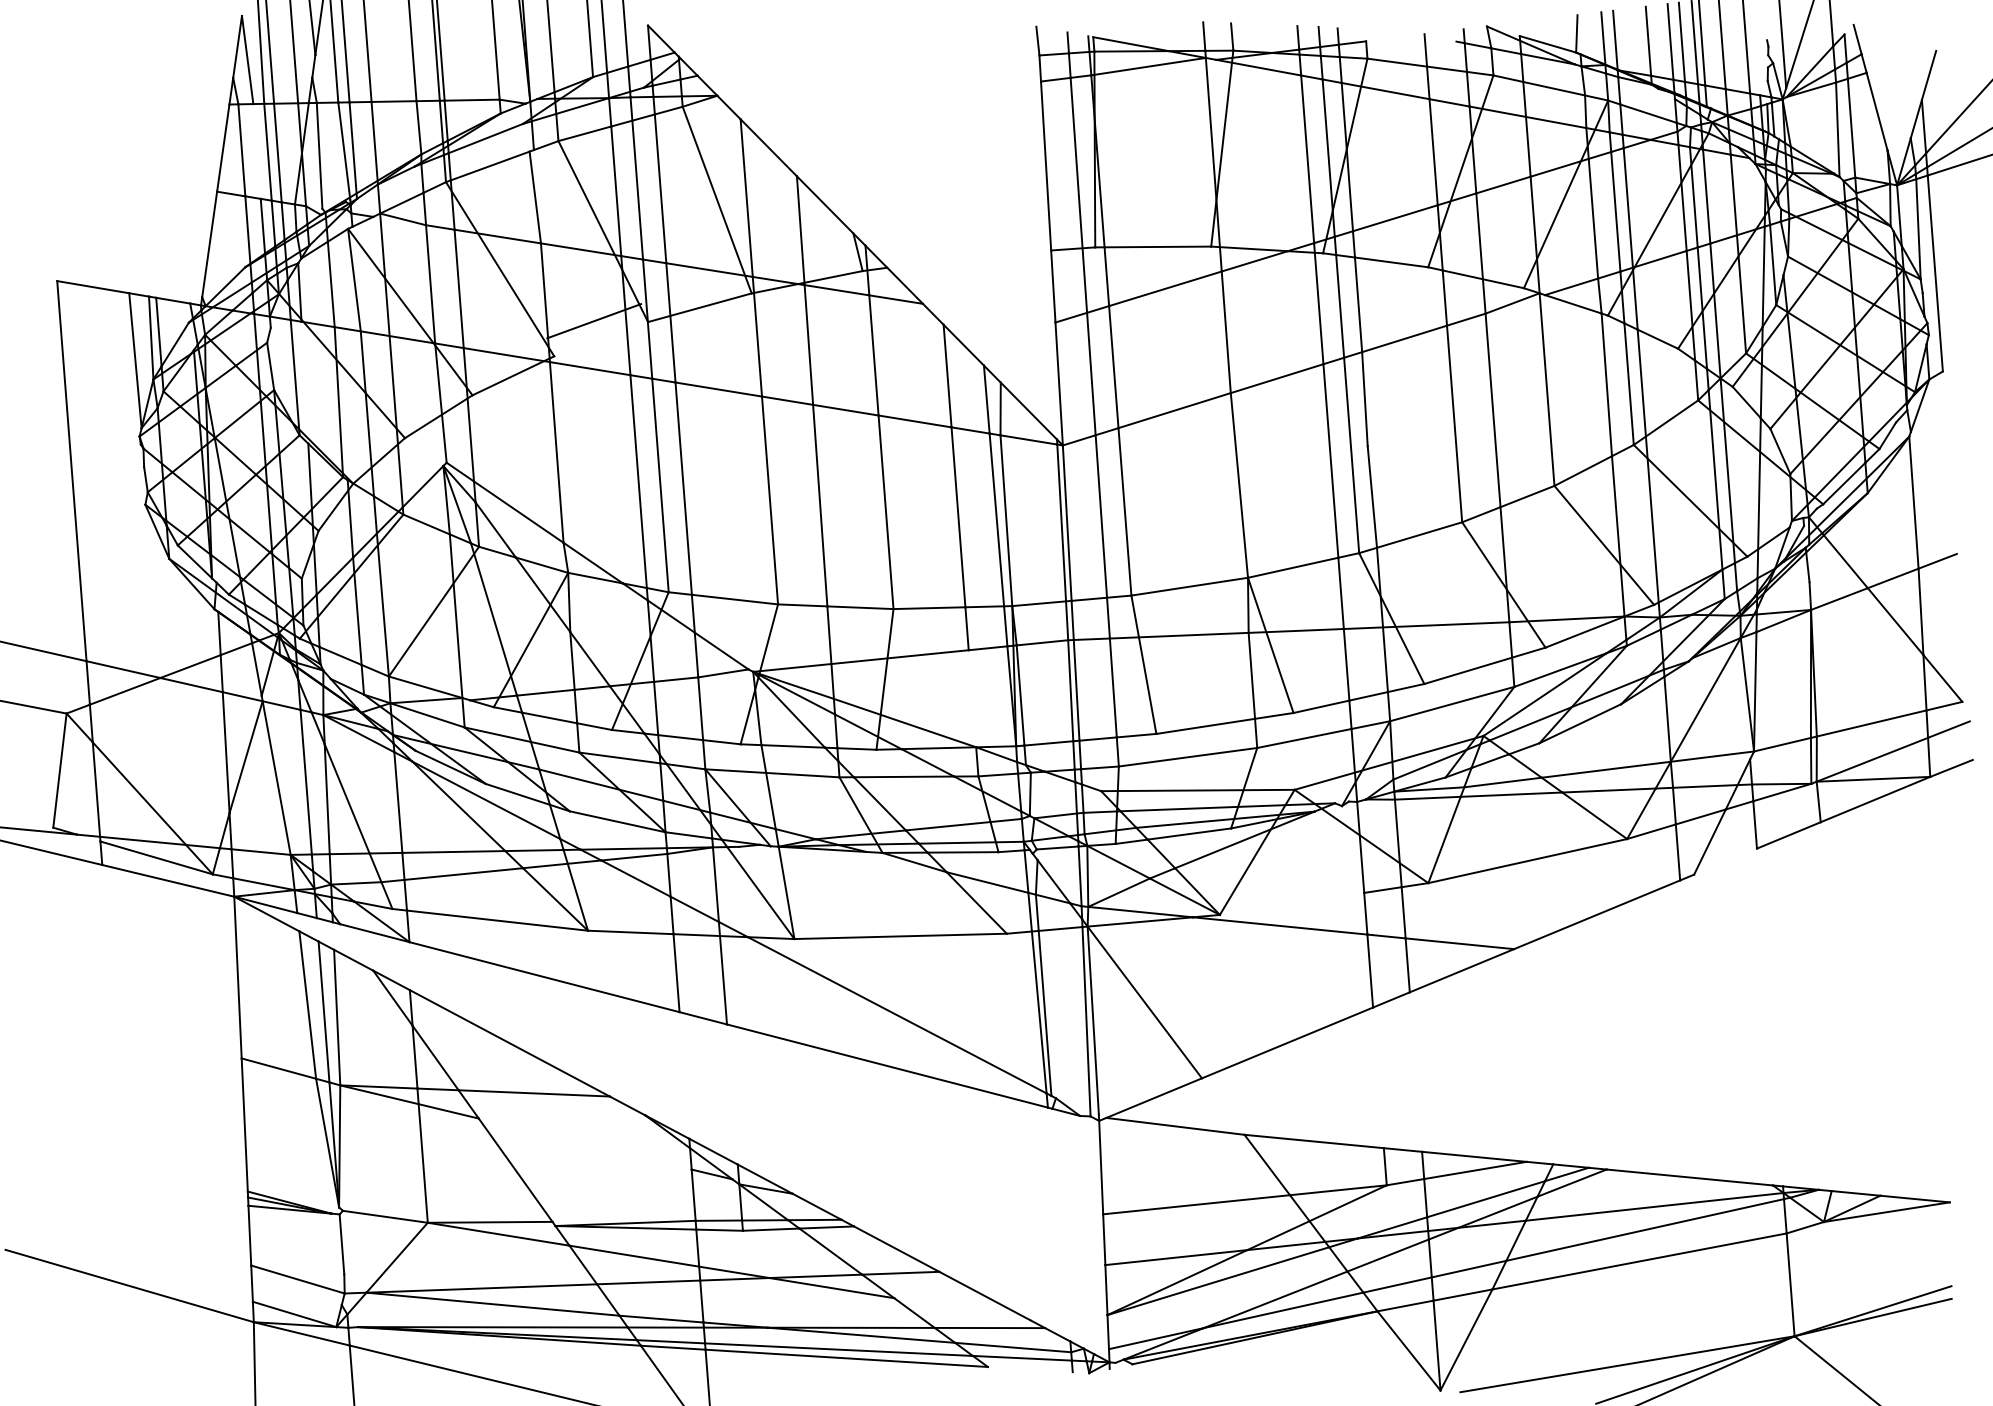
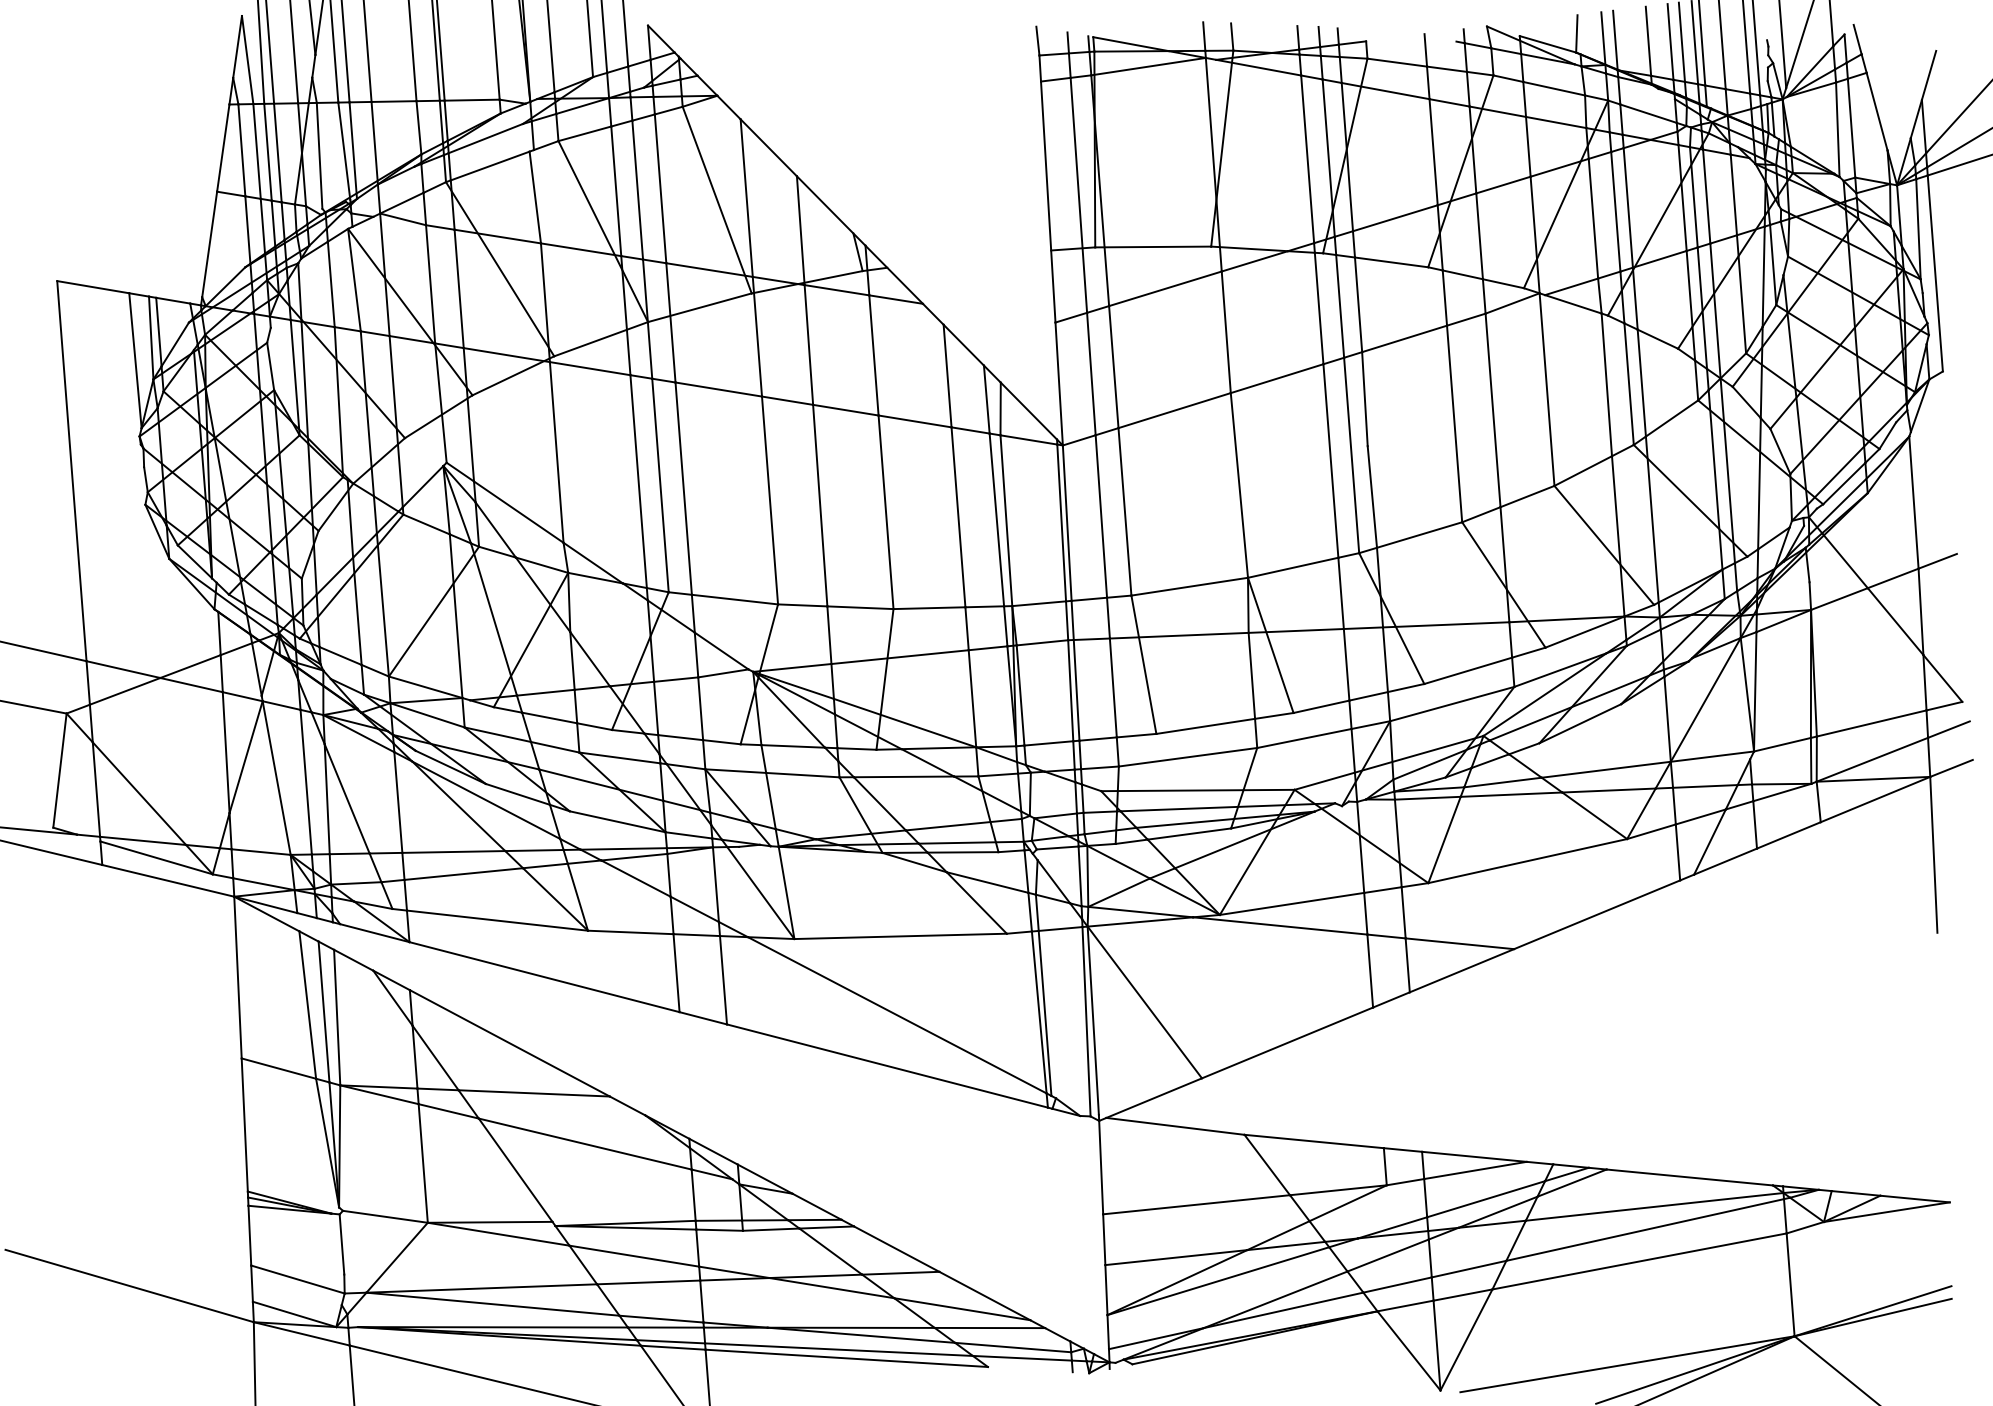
line at (1756, 48): none -> present
line at (256, 151): none -> present
line at (594, 321) position: (594, 321) -> (601, 339)
line at (304, 382): none -> present
line at (972, 698): none -> present
line at (1933, 854): none -> present
line at (1725, 861): none -> present
line at (1291, 903): none -> present
line at (584, 1143): none -> present
line at (962, 1309): none -> present
